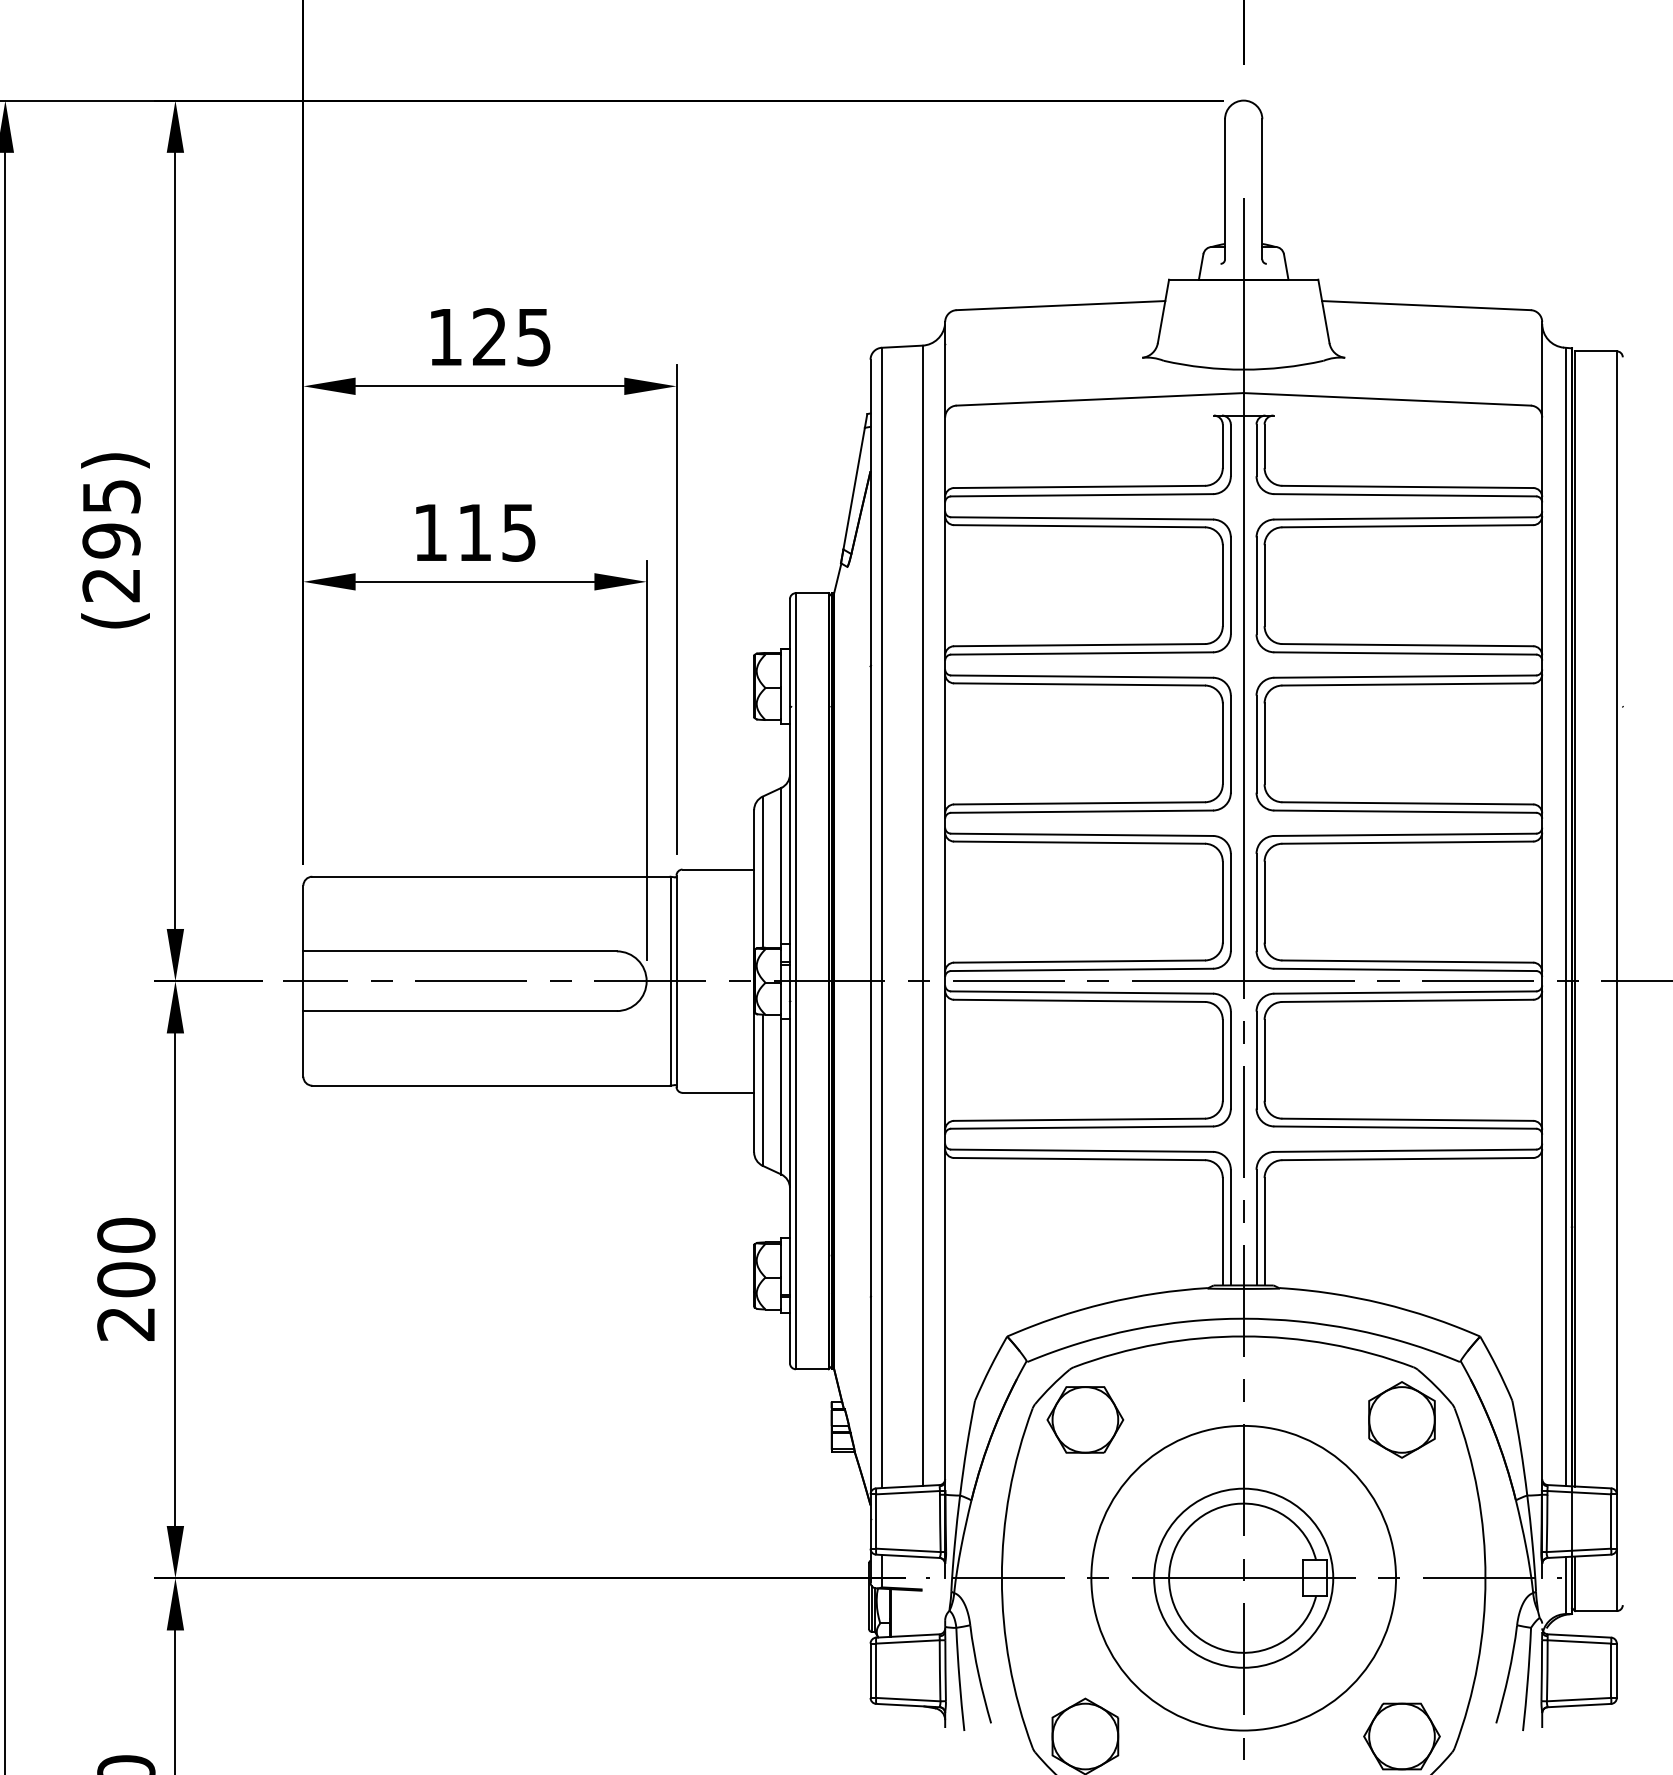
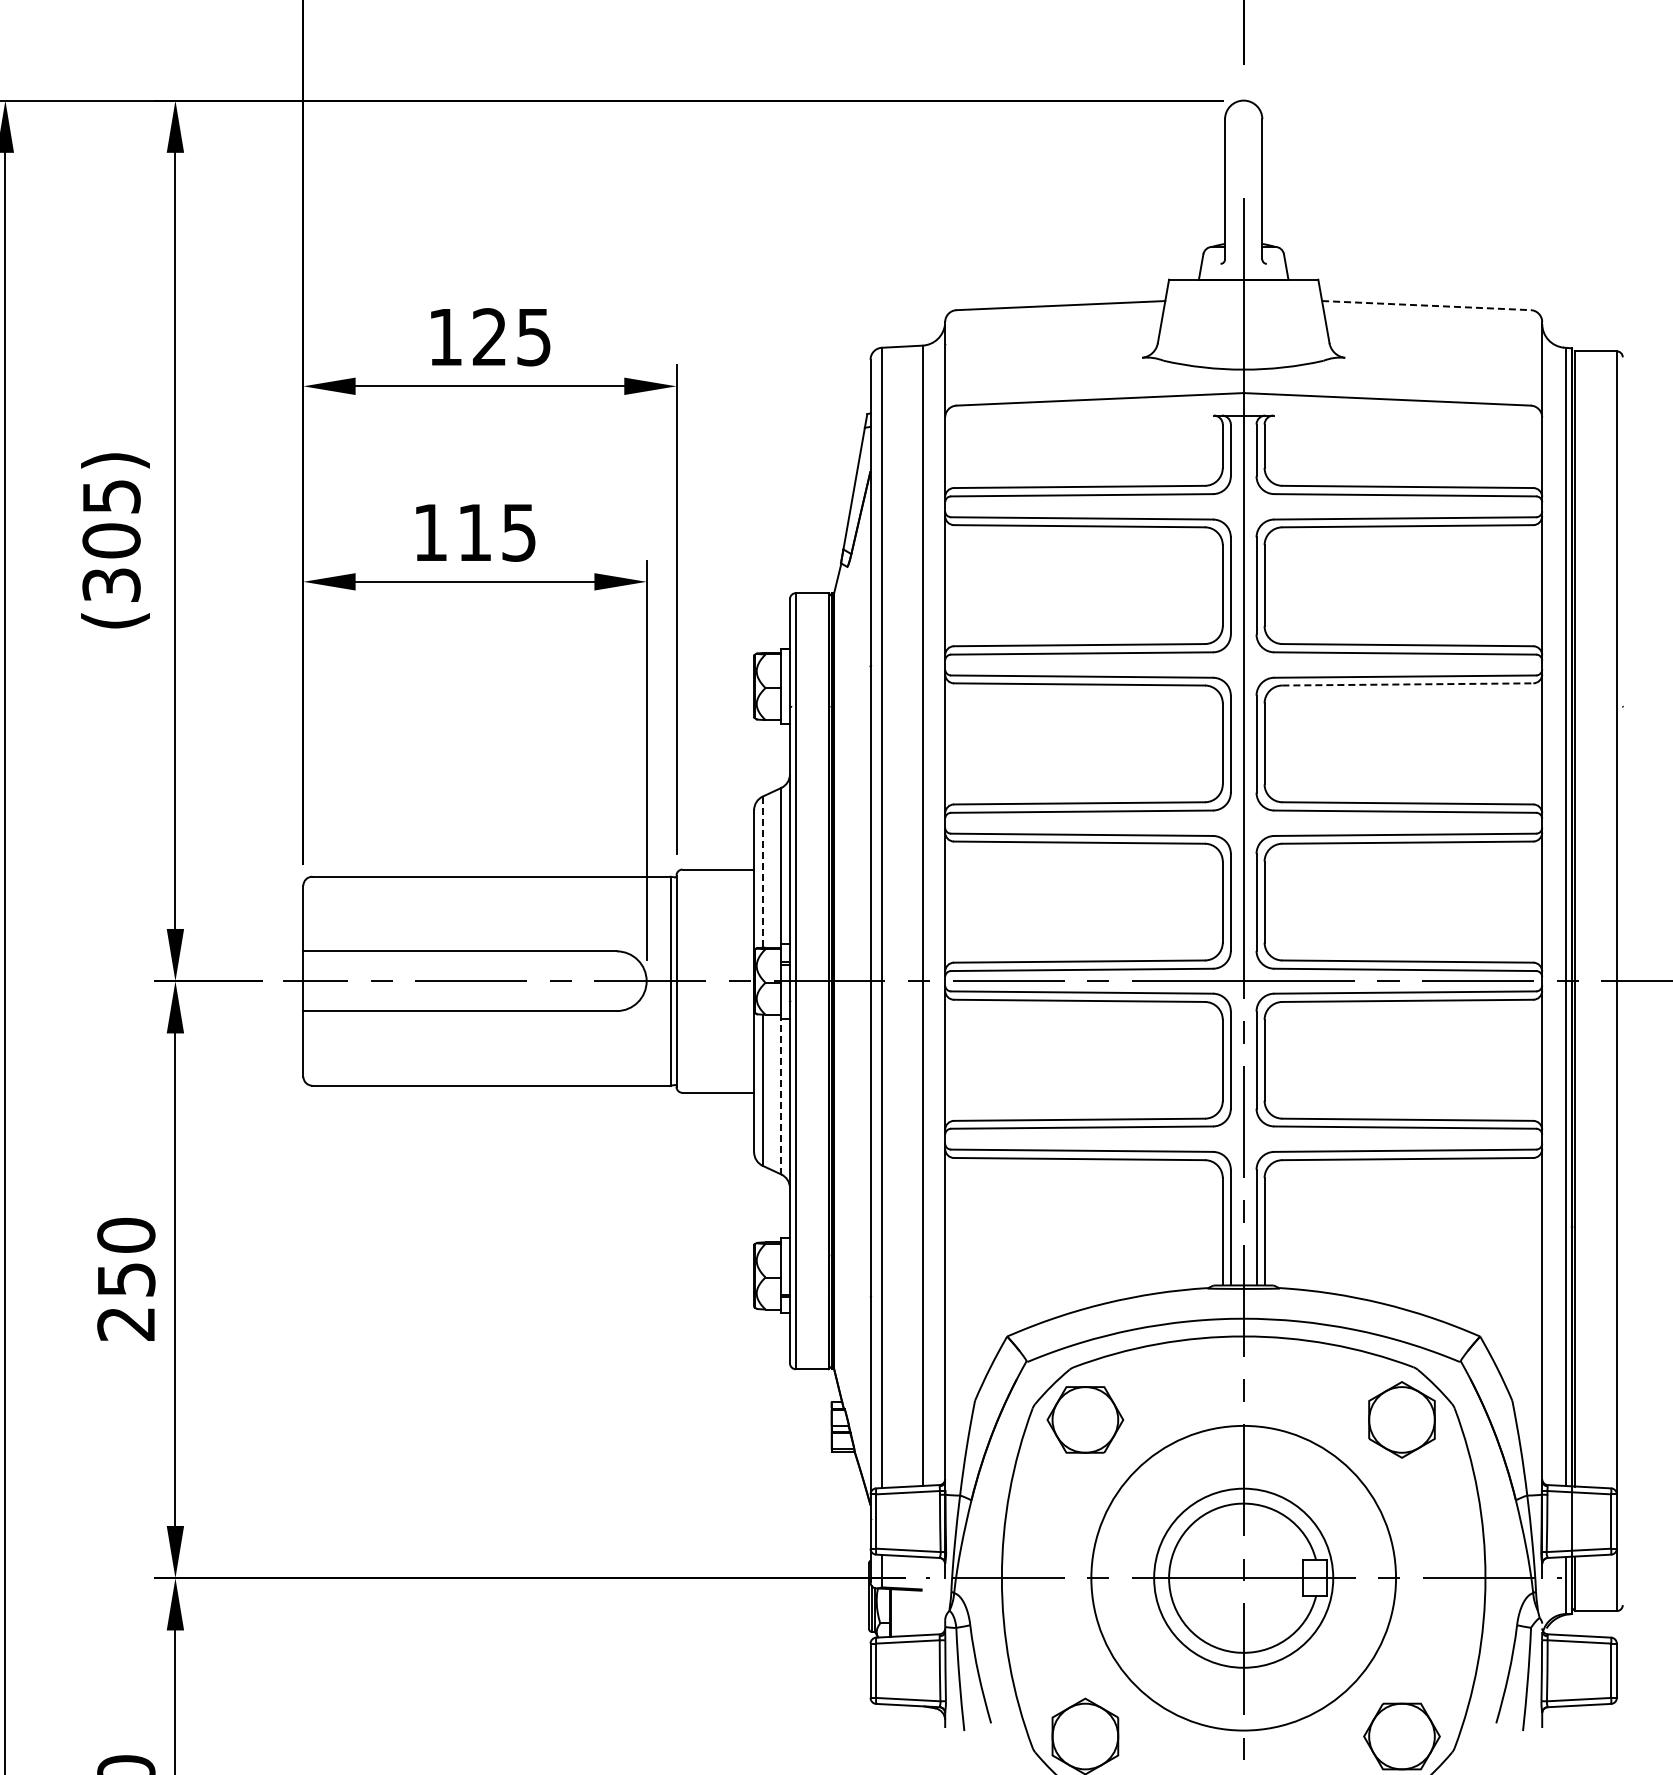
line at (1426, 305): solid -> dashed
text at (111, 562): (295) -> (305)
line at (1408, 684): solid -> dashed
line at (762, 872): solid -> dashed
line at (781, 1096): solid -> dashed
text at (126, 1279): 200 -> 250
